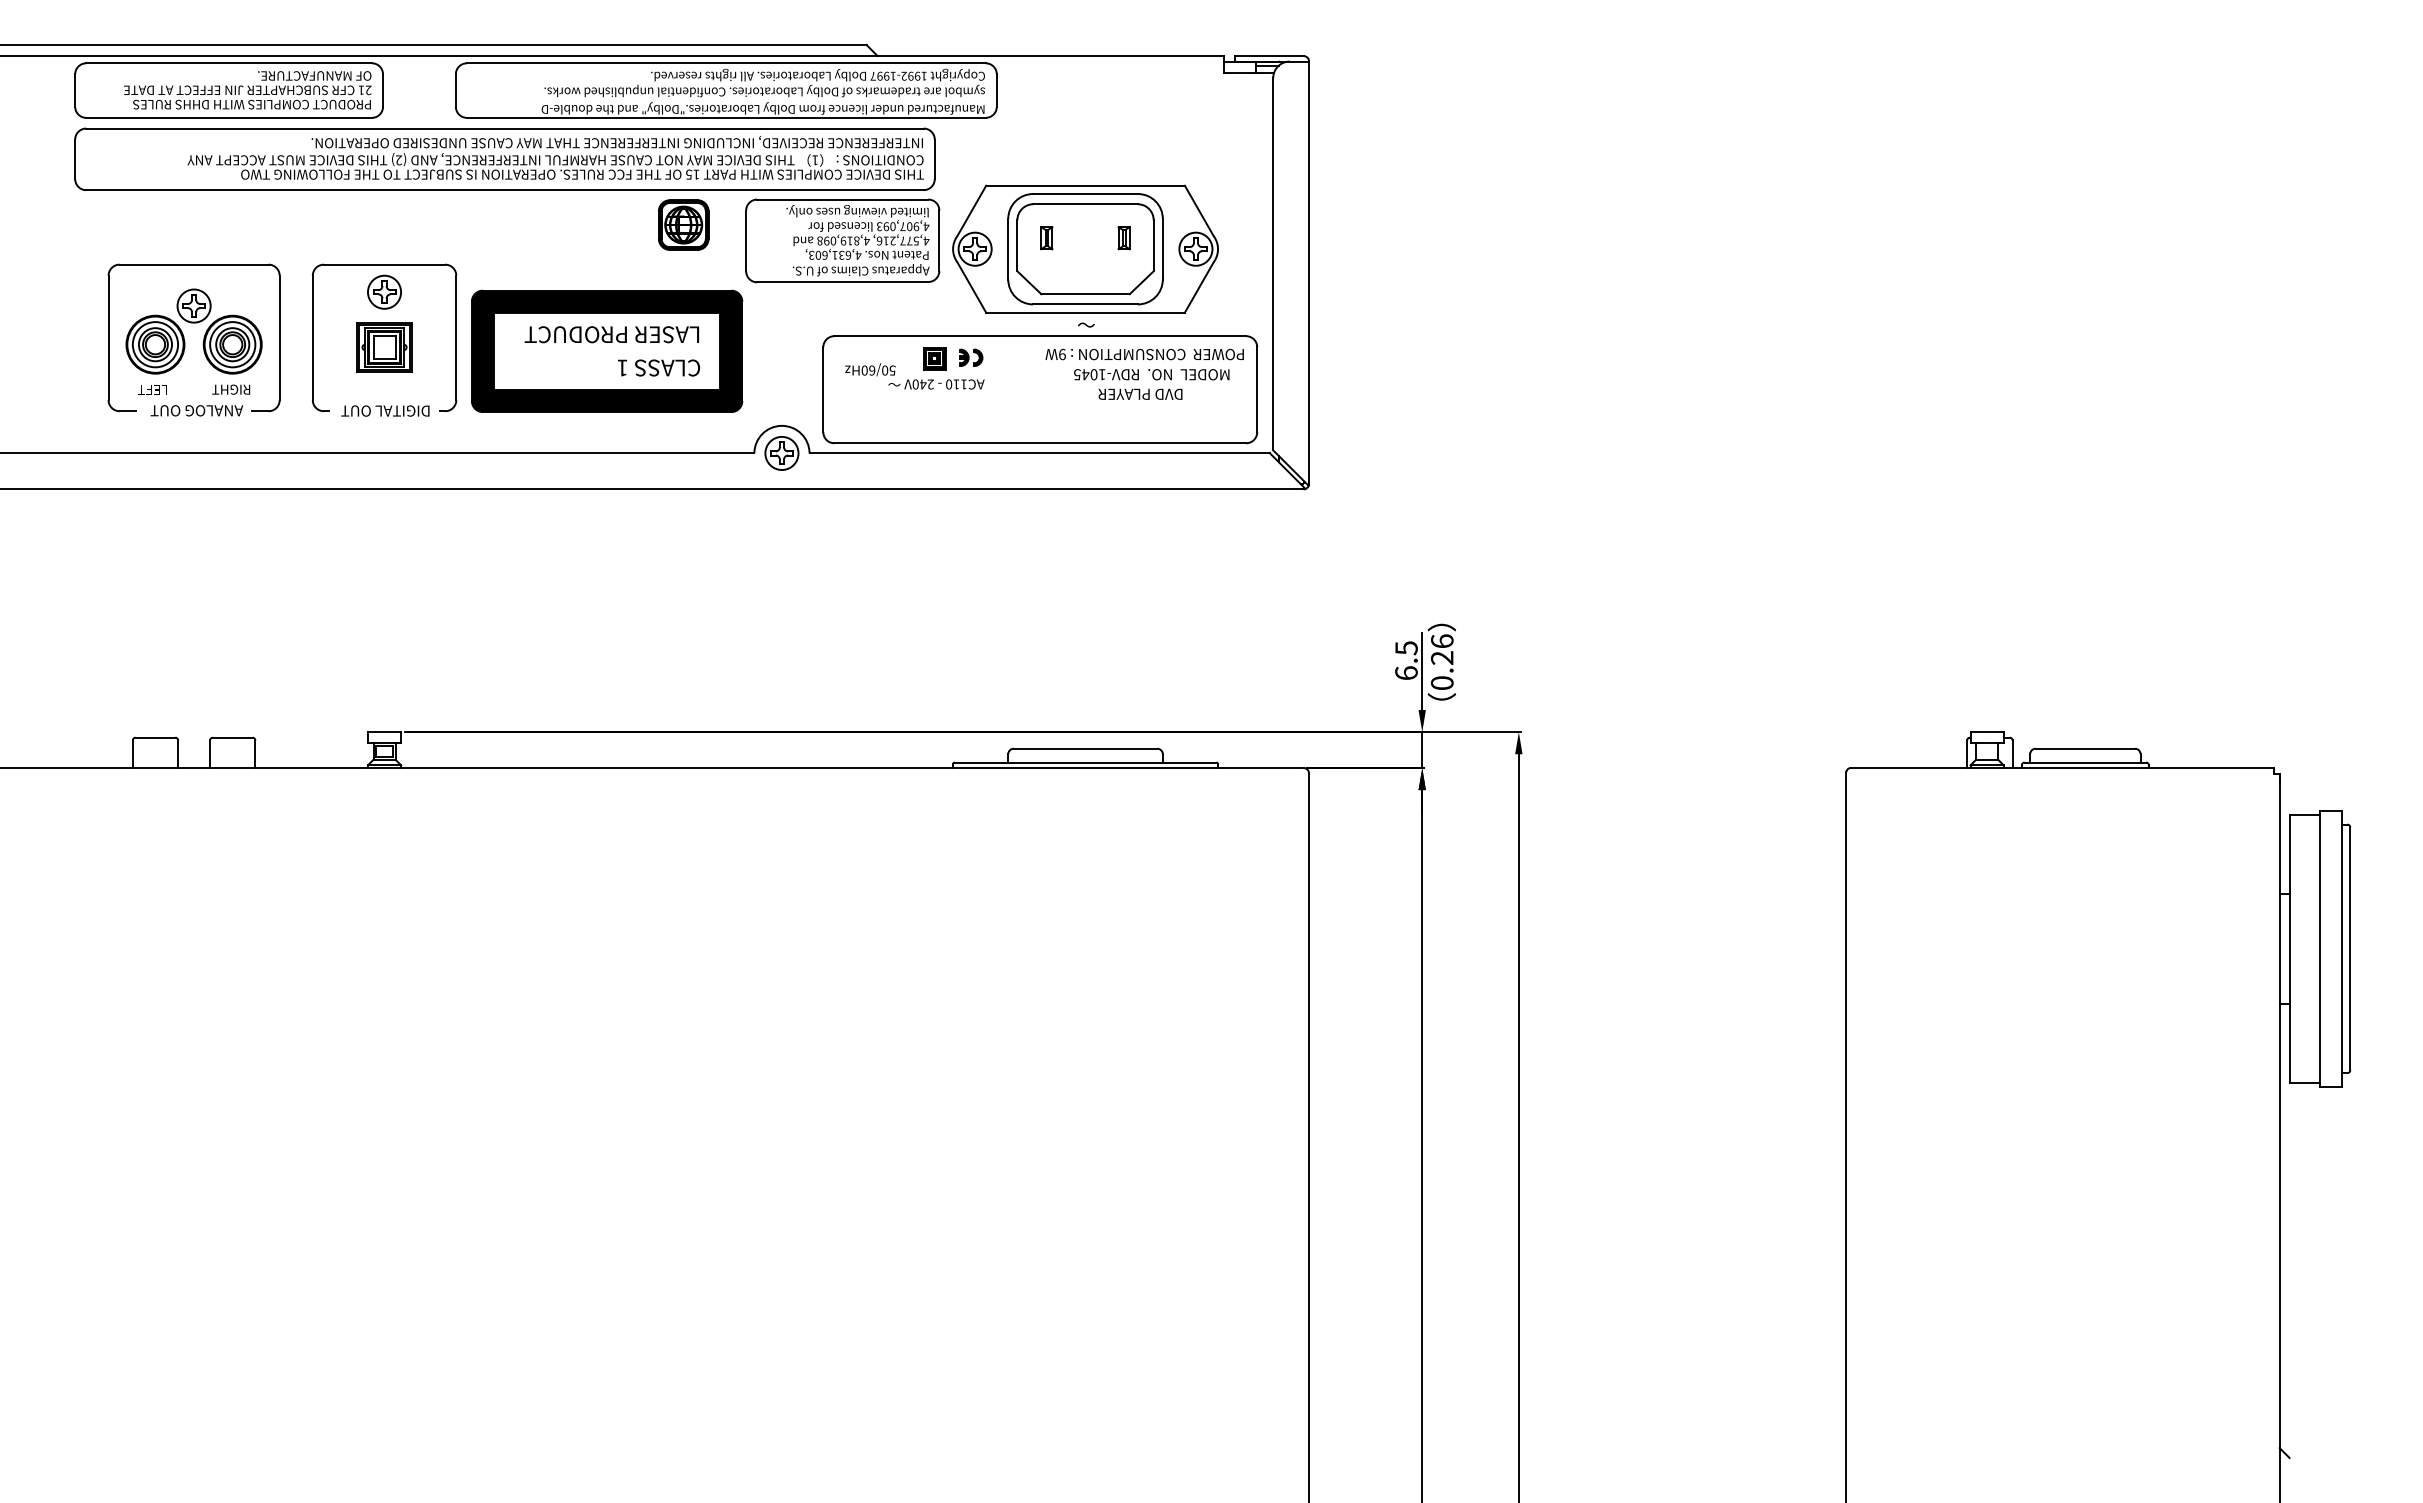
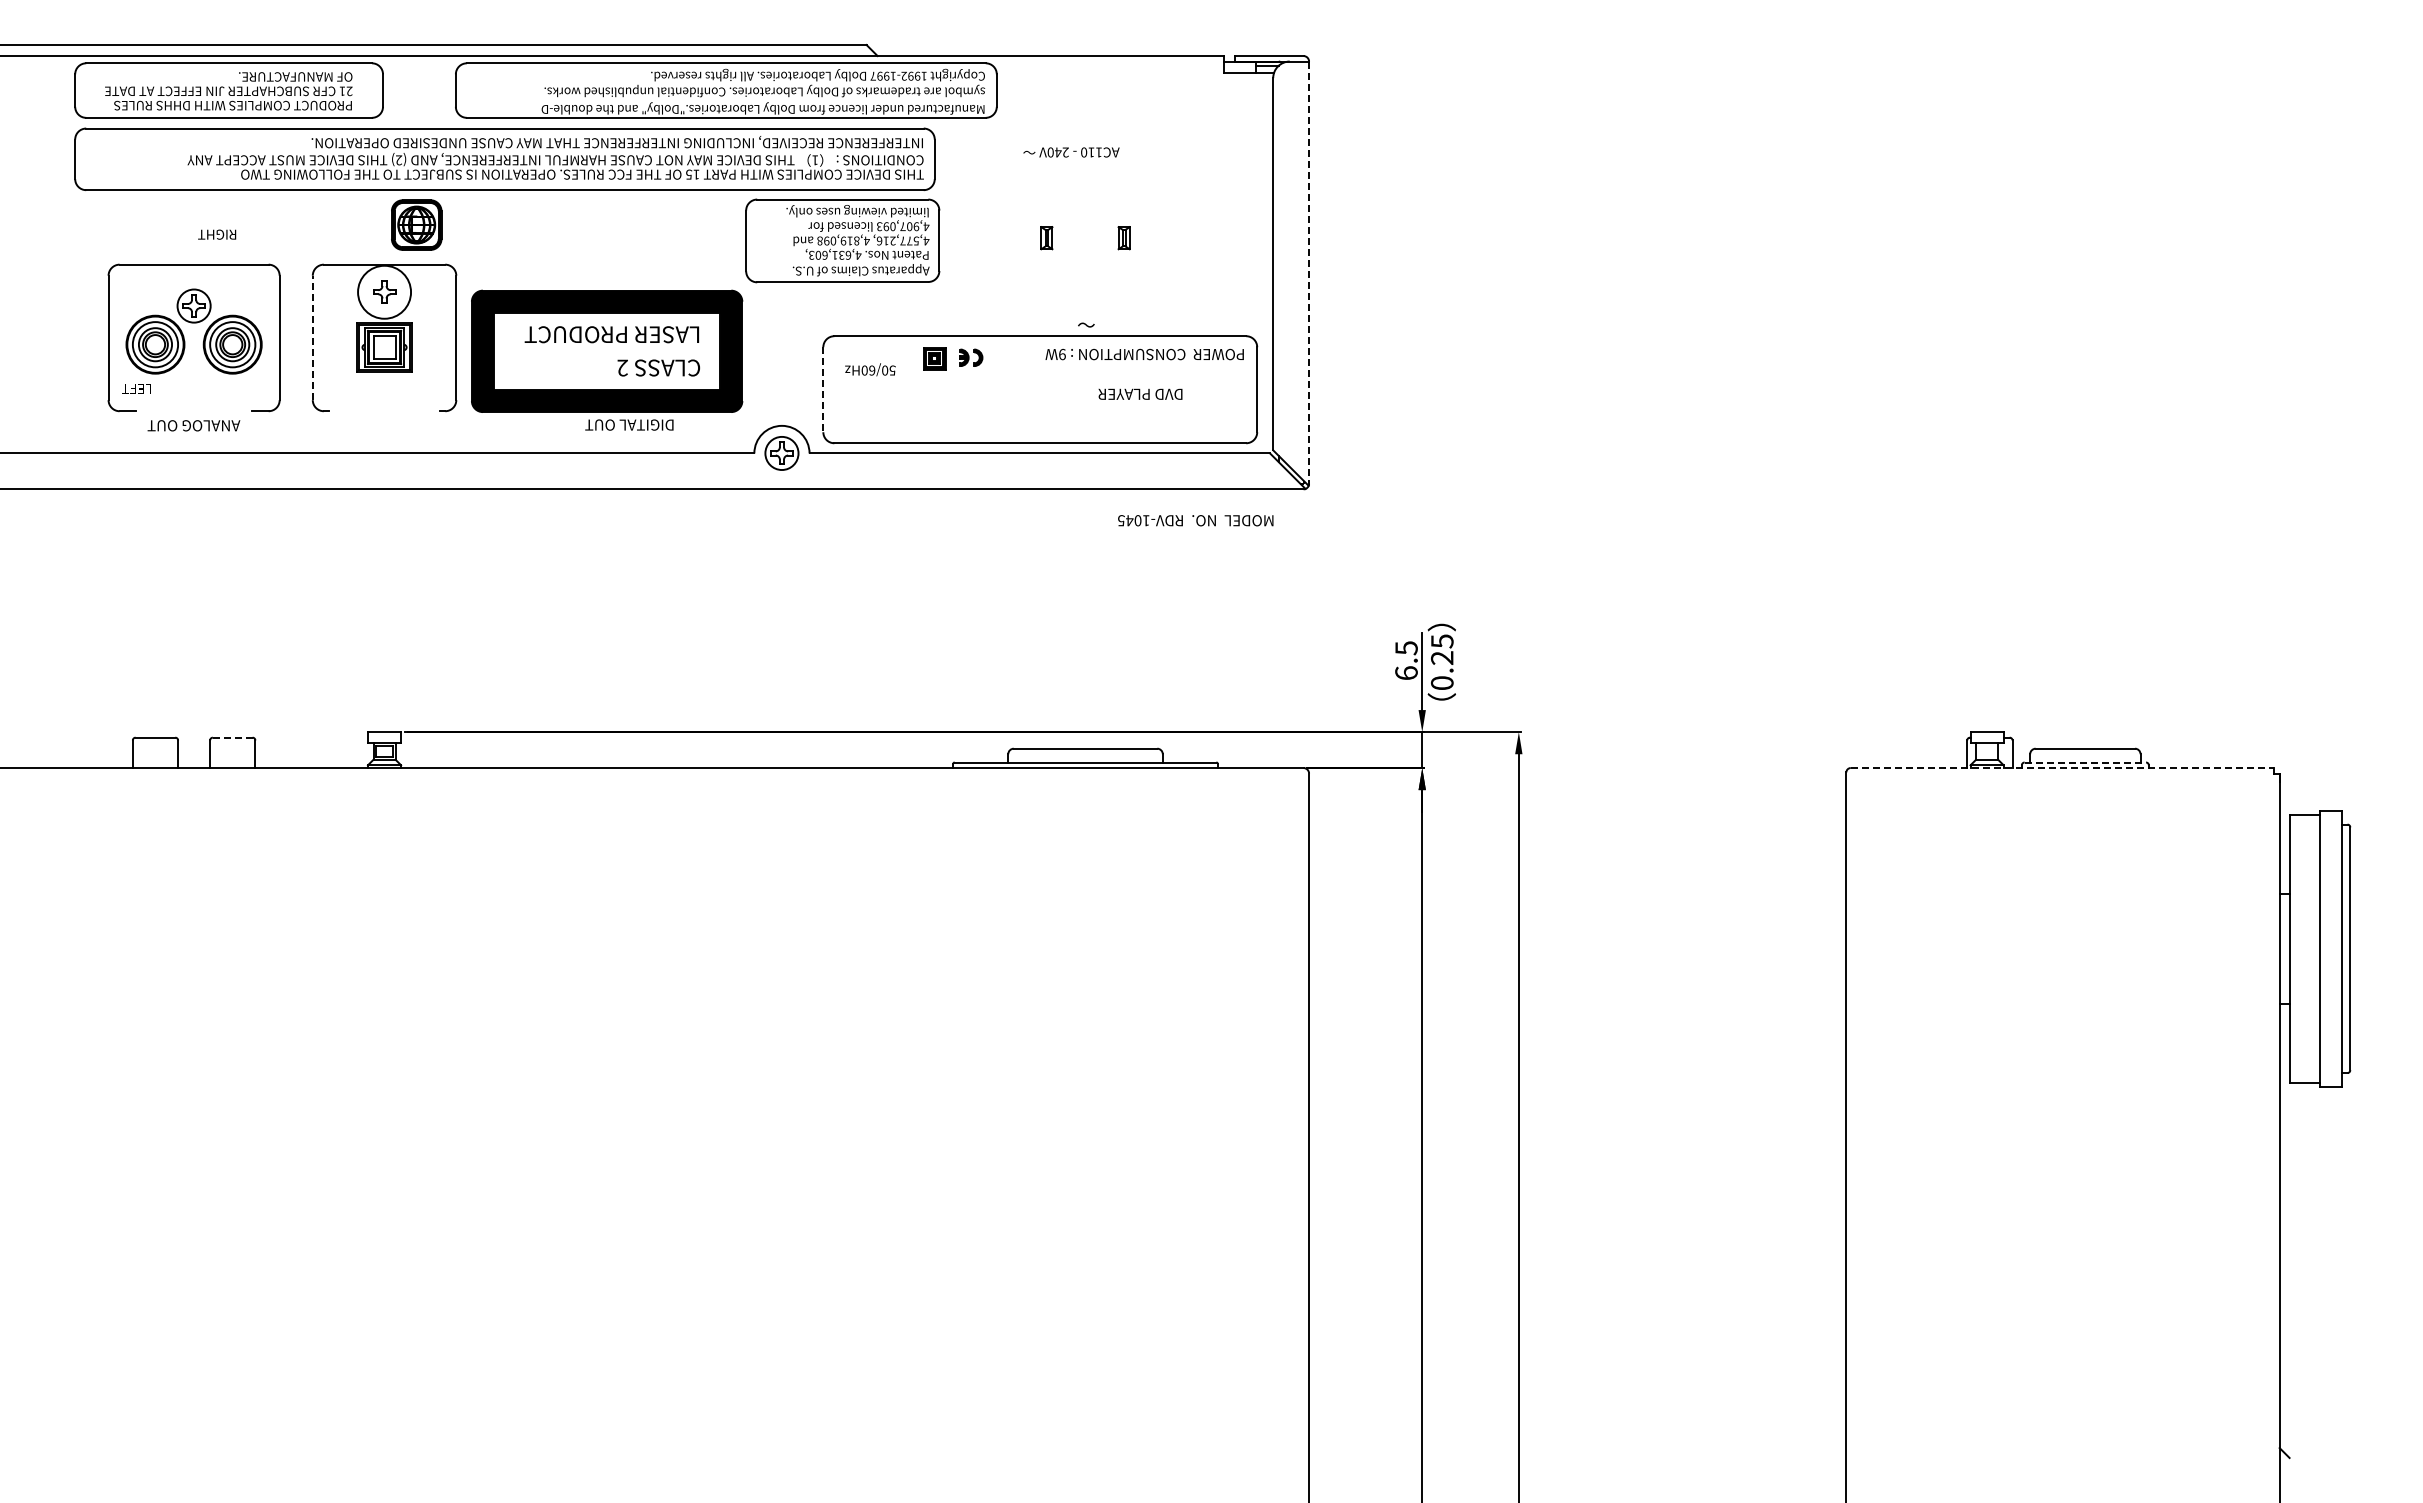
text at (247, 90) position: (247, 90) -> (228, 91)
part at (683, 224) position: (683, 224) -> (416, 224)
part at (1085, 248): present -> none
line at (1309, 273): solid -> dashed
circle at (384, 291) diameter: 33 px -> 53 px
line at (312, 337): solid -> dashed
text at (622, 367): 1 -> 2
text at (1151, 374) position: (1151, 374) -> (1195, 520)
text at (936, 384) position: (936, 384) -> (1071, 152)
text at (152, 389) position: (152, 389) -> (136, 388)
text at (231, 389) position: (231, 389) -> (217, 234)
line at (823, 390): solid -> dashed
text at (196, 410) position: (196, 410) -> (193, 425)
text at (385, 410) position: (385, 410) -> (629, 424)
text at (1442, 641): 0.26 -> 0.25
line at (232, 737): solid -> dashed
line at (2085, 762): solid -> dashed
line at (2062, 768): solid -> dashed
